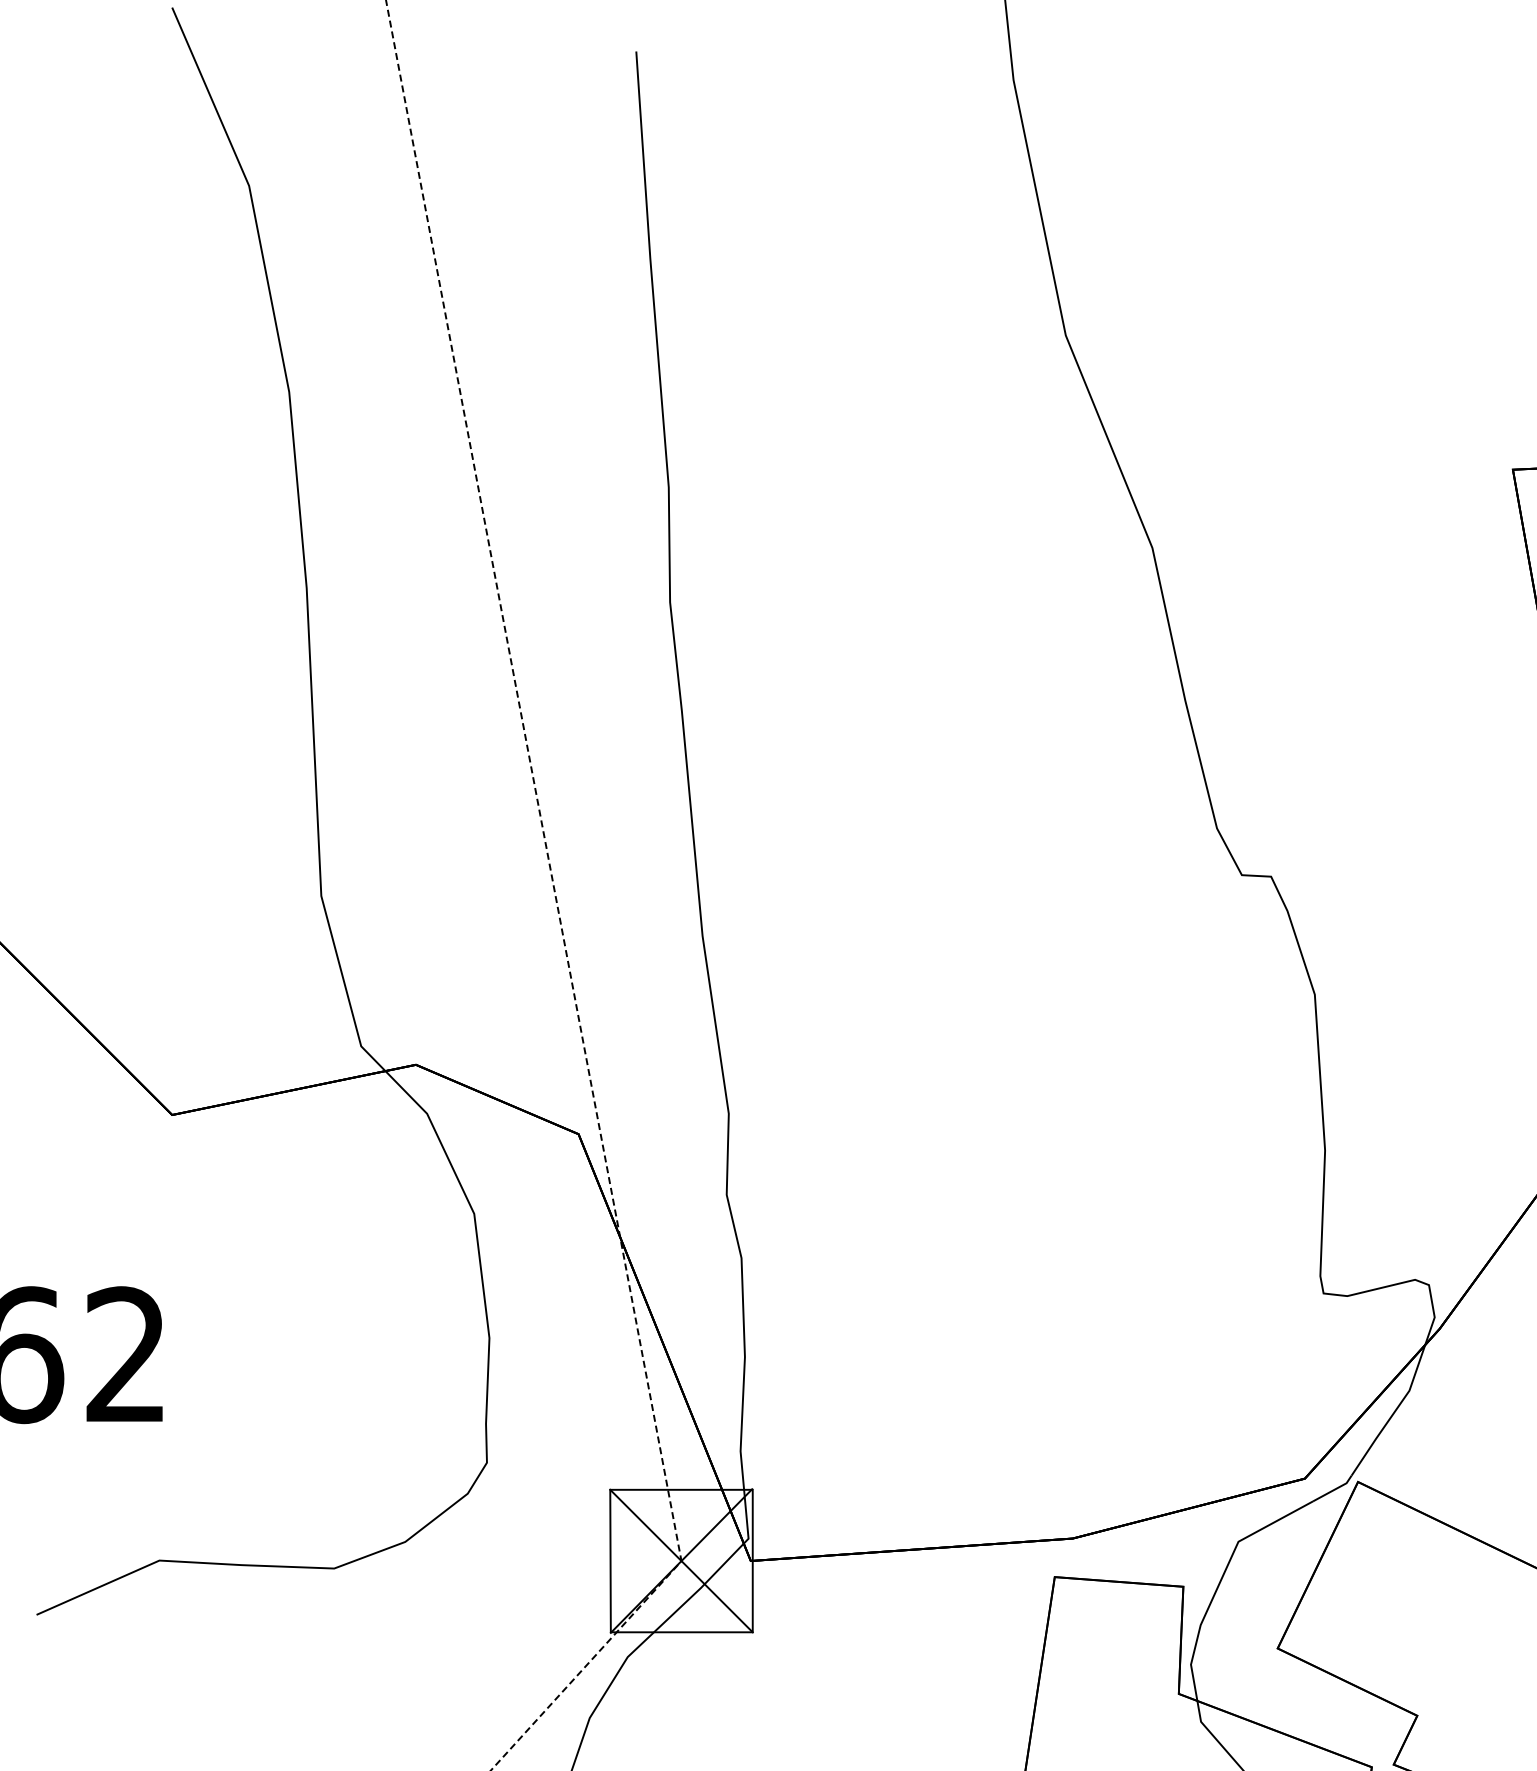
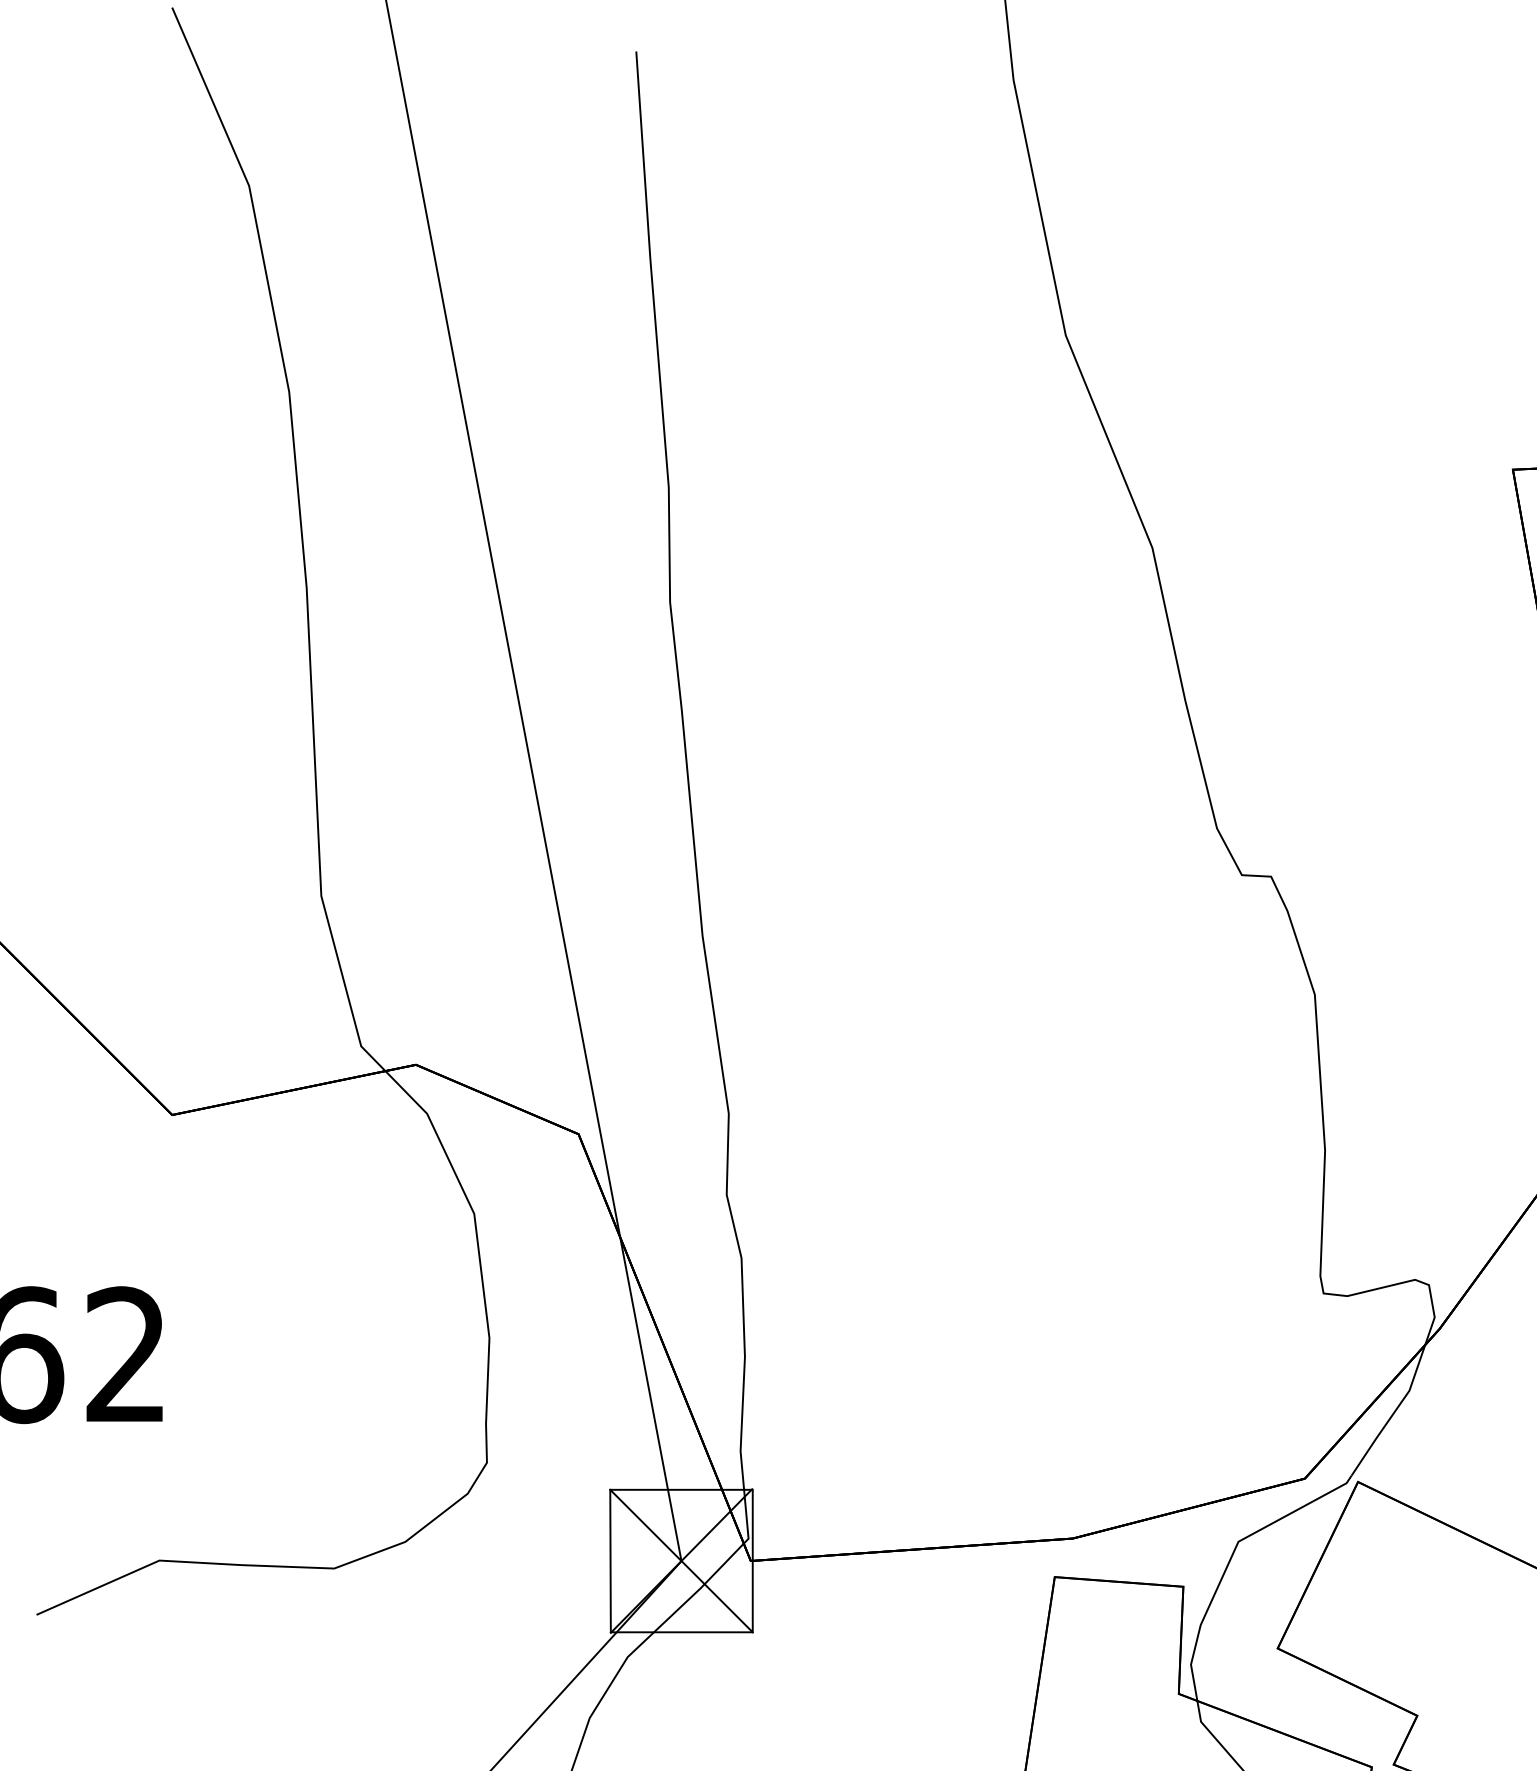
line at (560, 920): dashed -> solid
